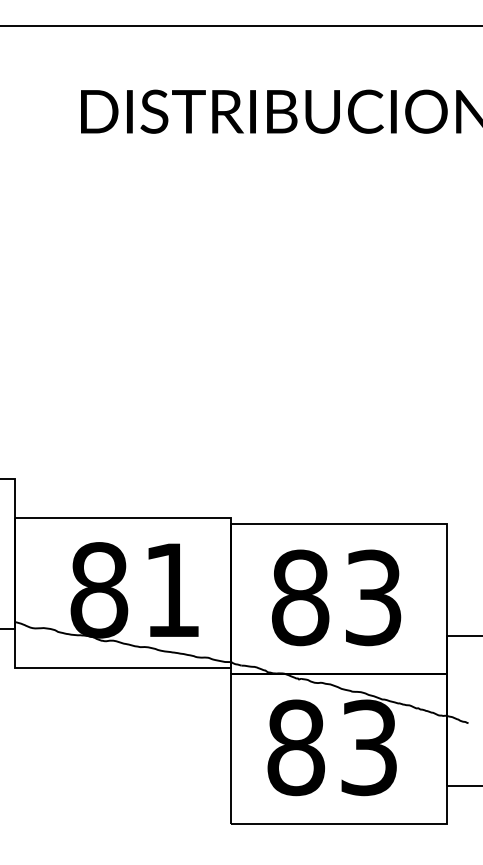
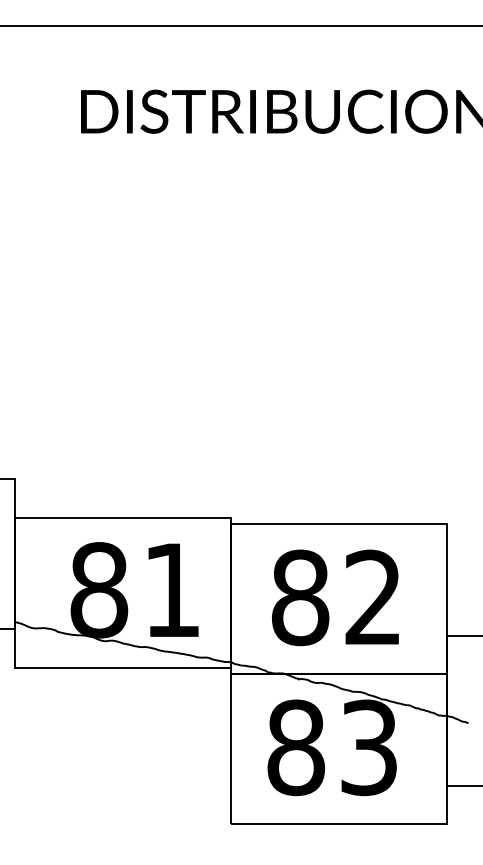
text at (373, 597): 83 -> 82
